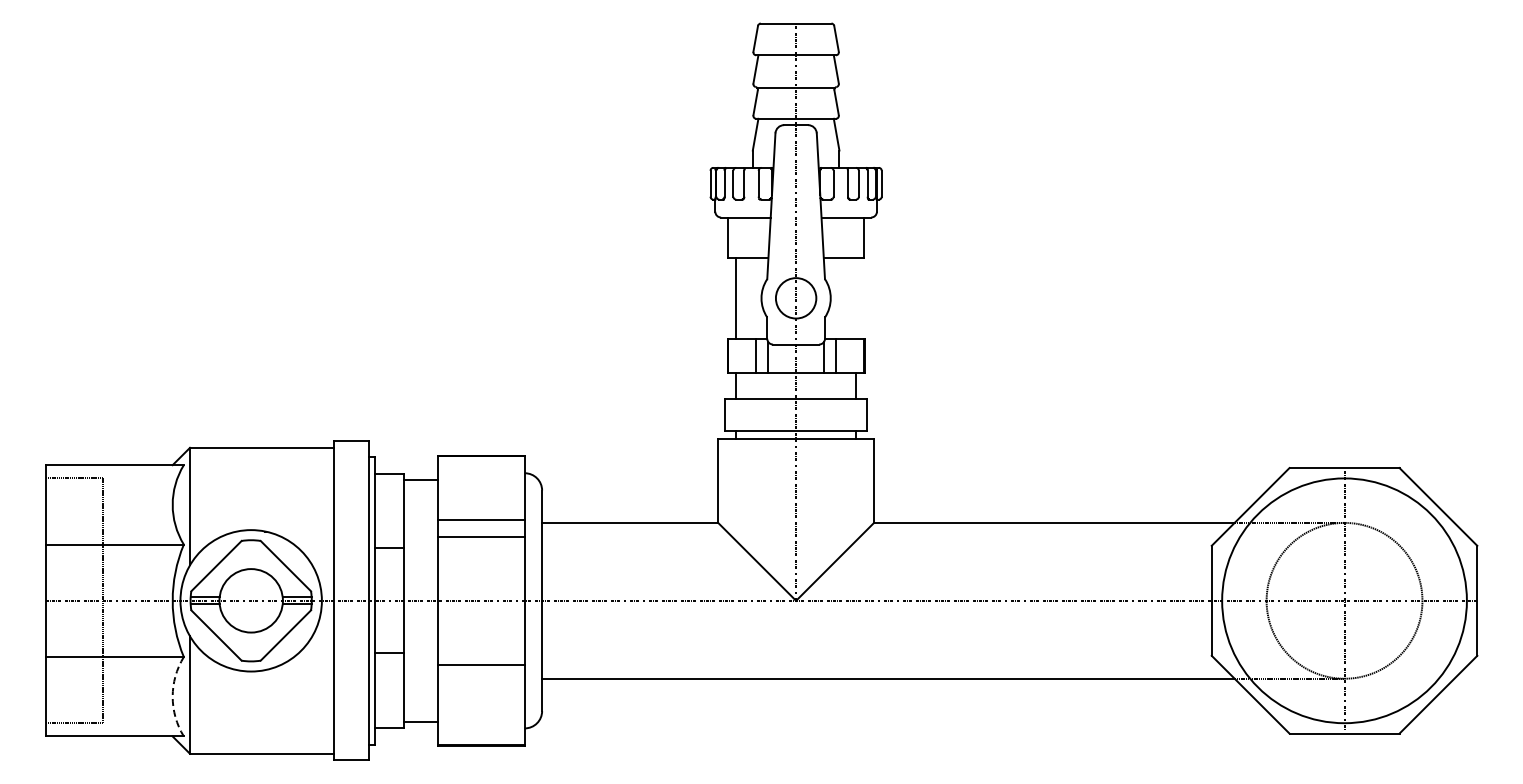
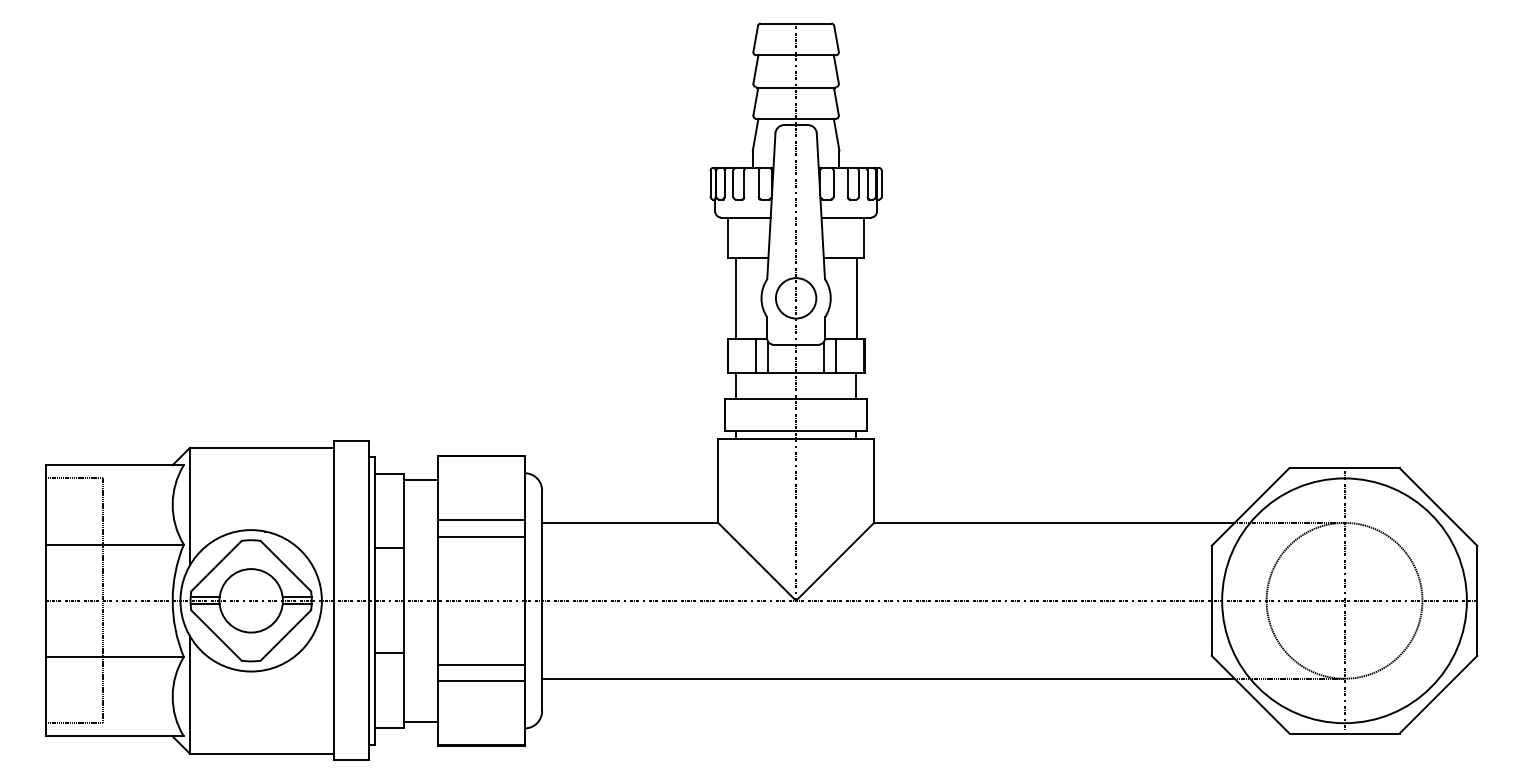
line at (856, 297): none -> present
line at (481, 681): none -> present
arc at (172, 696): dashed -> solid
